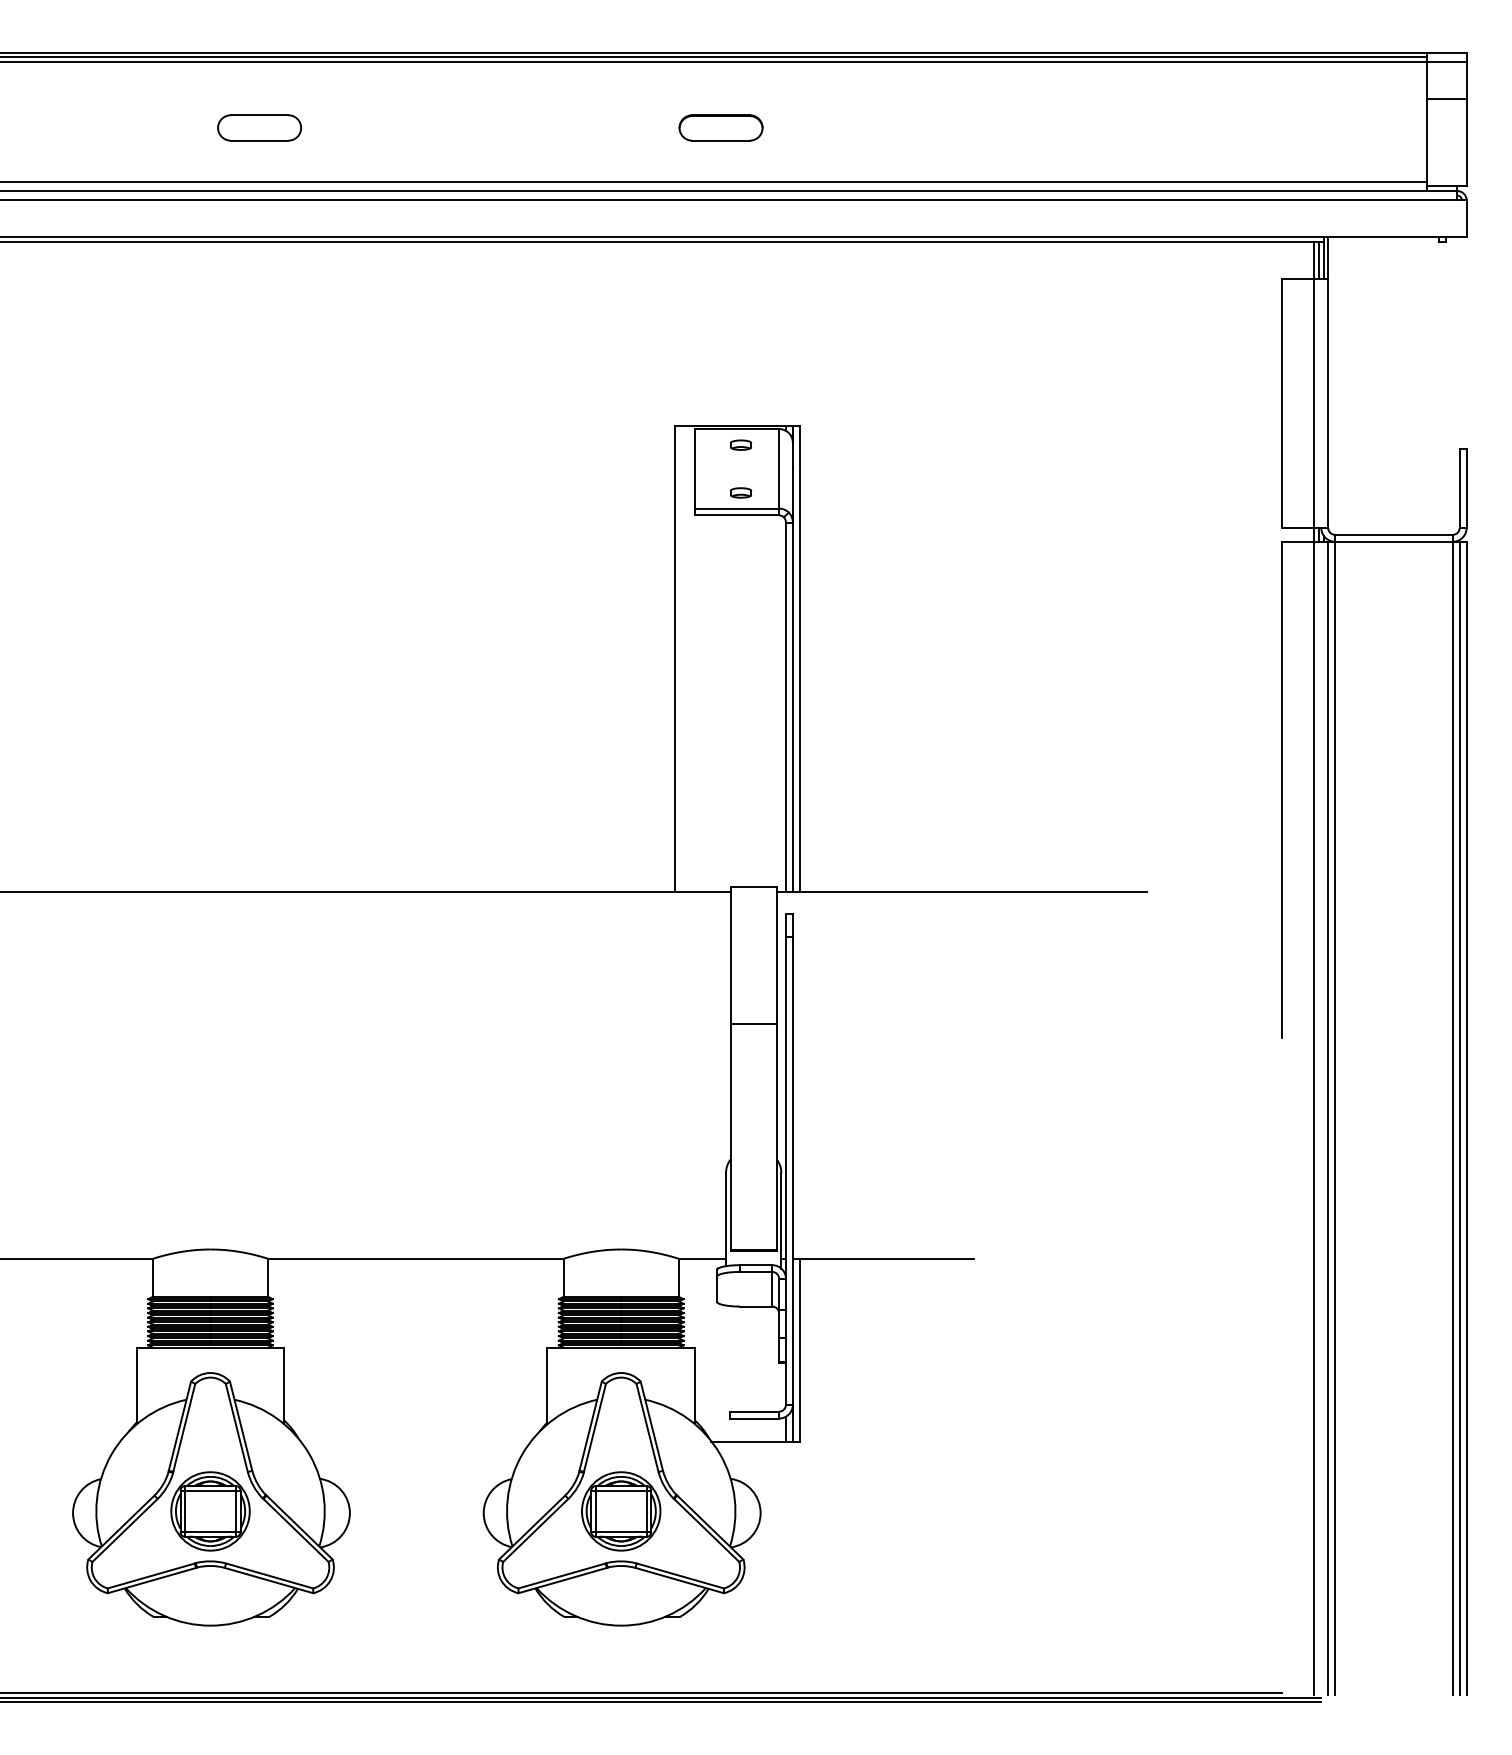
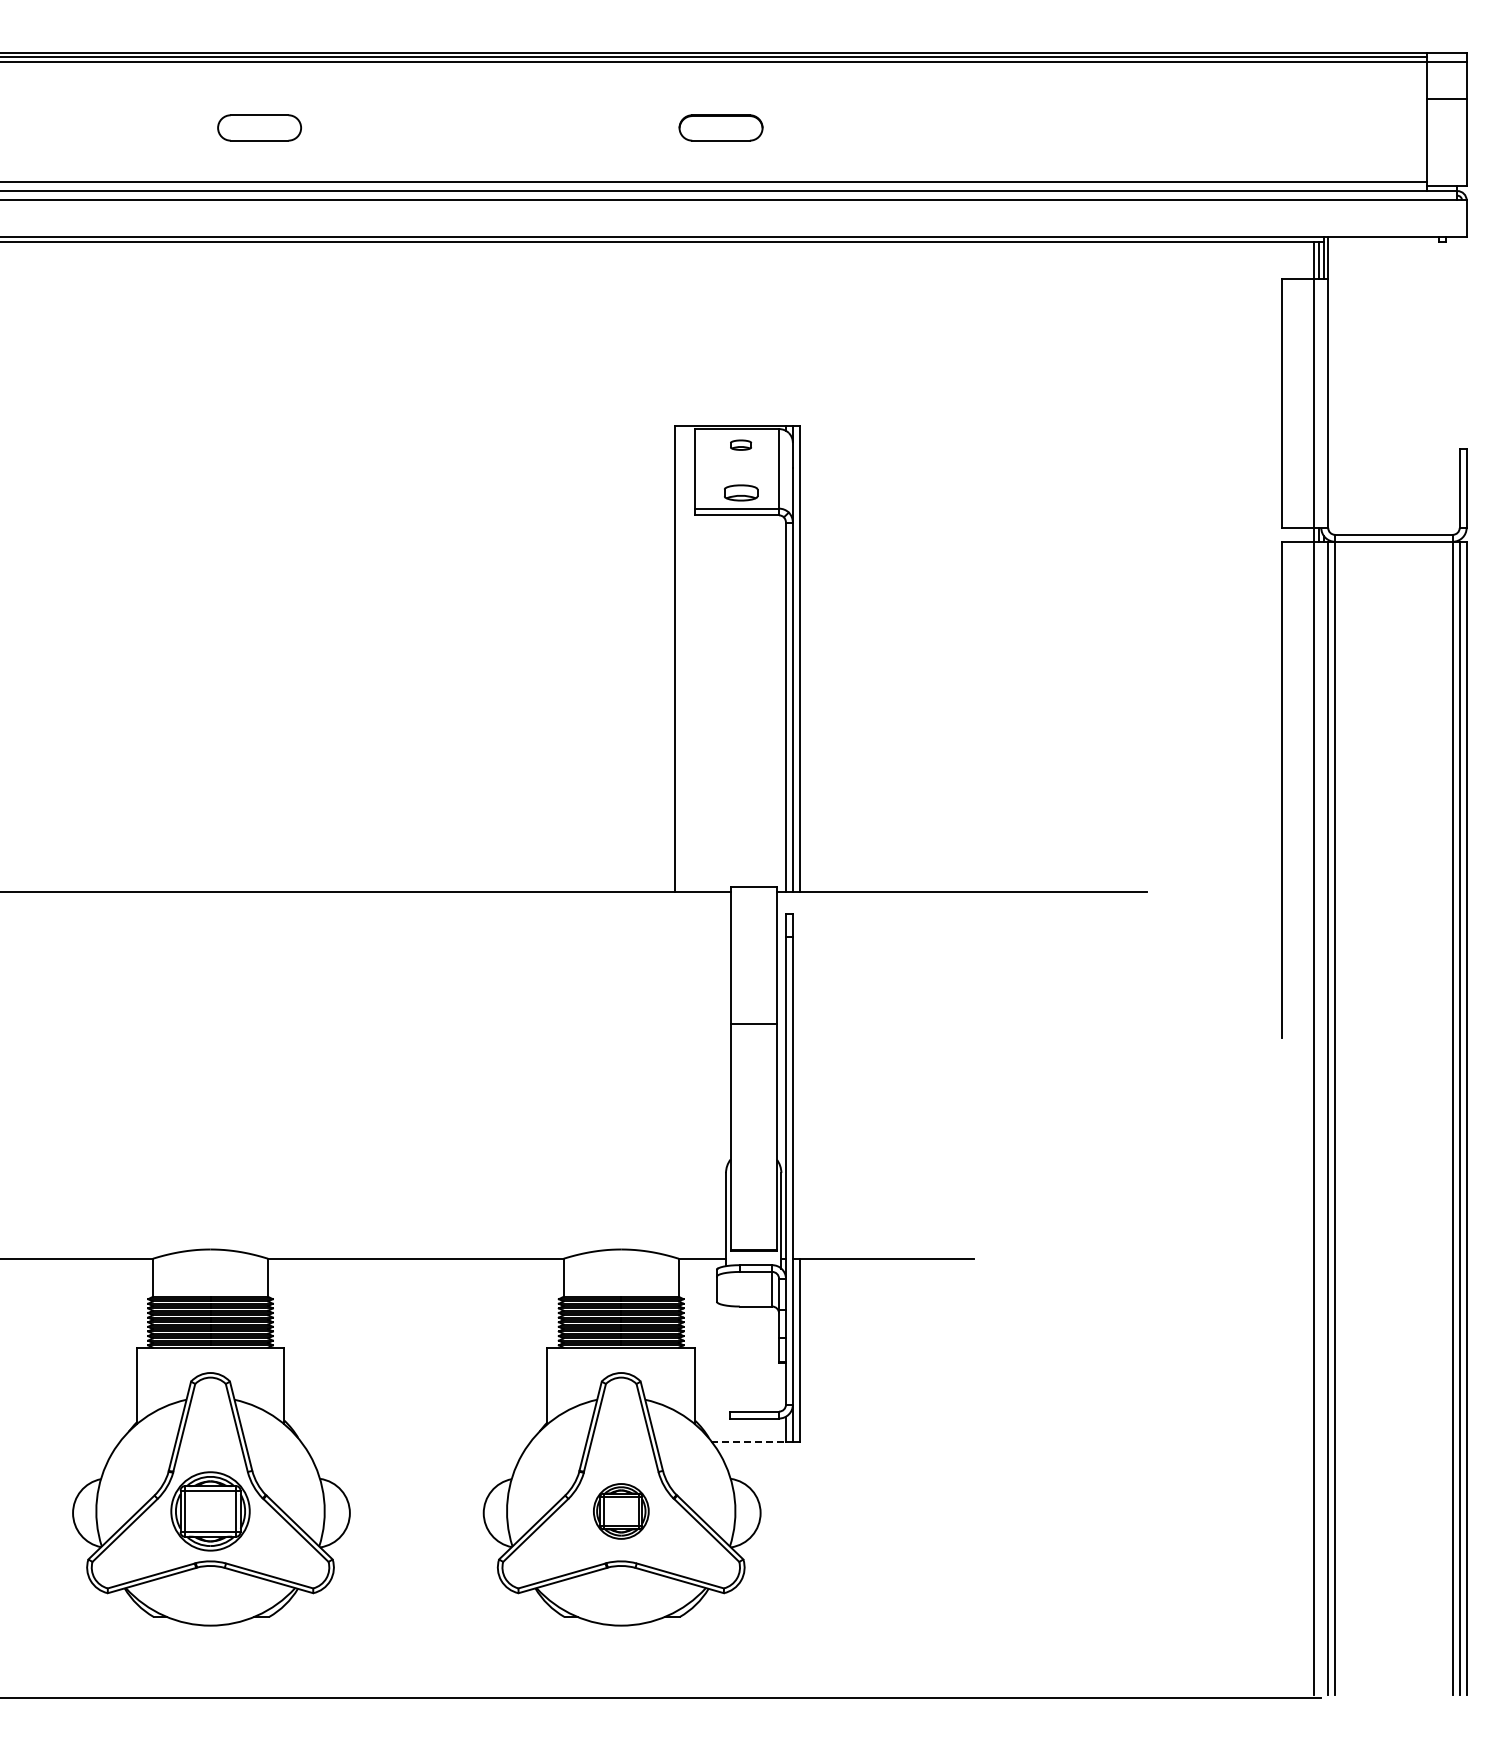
part at (740, 492) size: 22x12 px -> 35x18 px
line at (749, 1441): solid -> dashed
part at (621, 1511) size: 81x81 px -> 57x57 px
line at (642, 1693): present -> none
line at (661, 1702): present -> none
